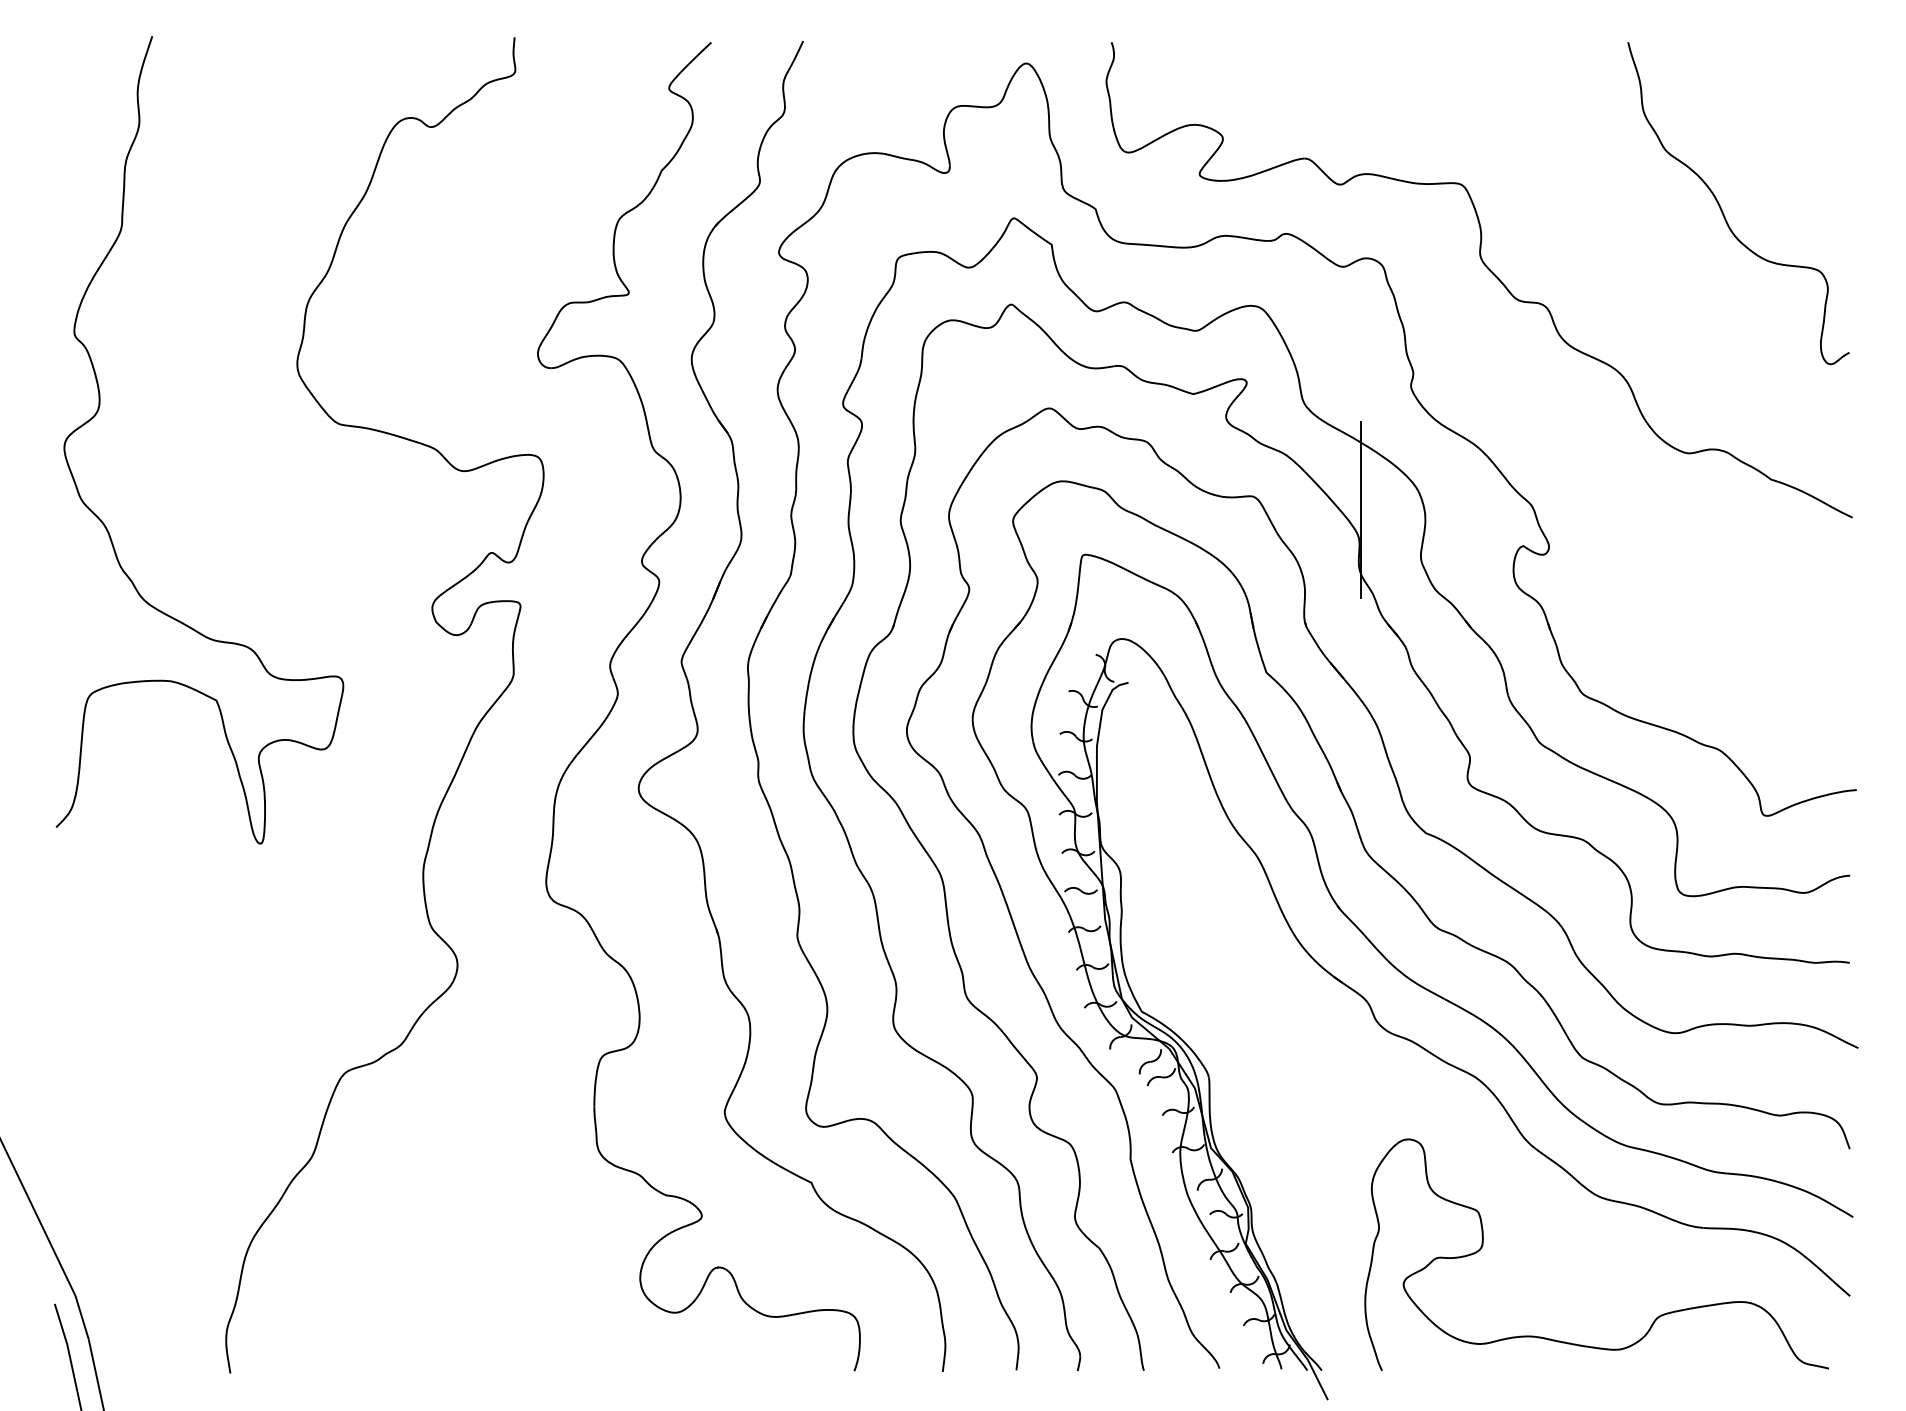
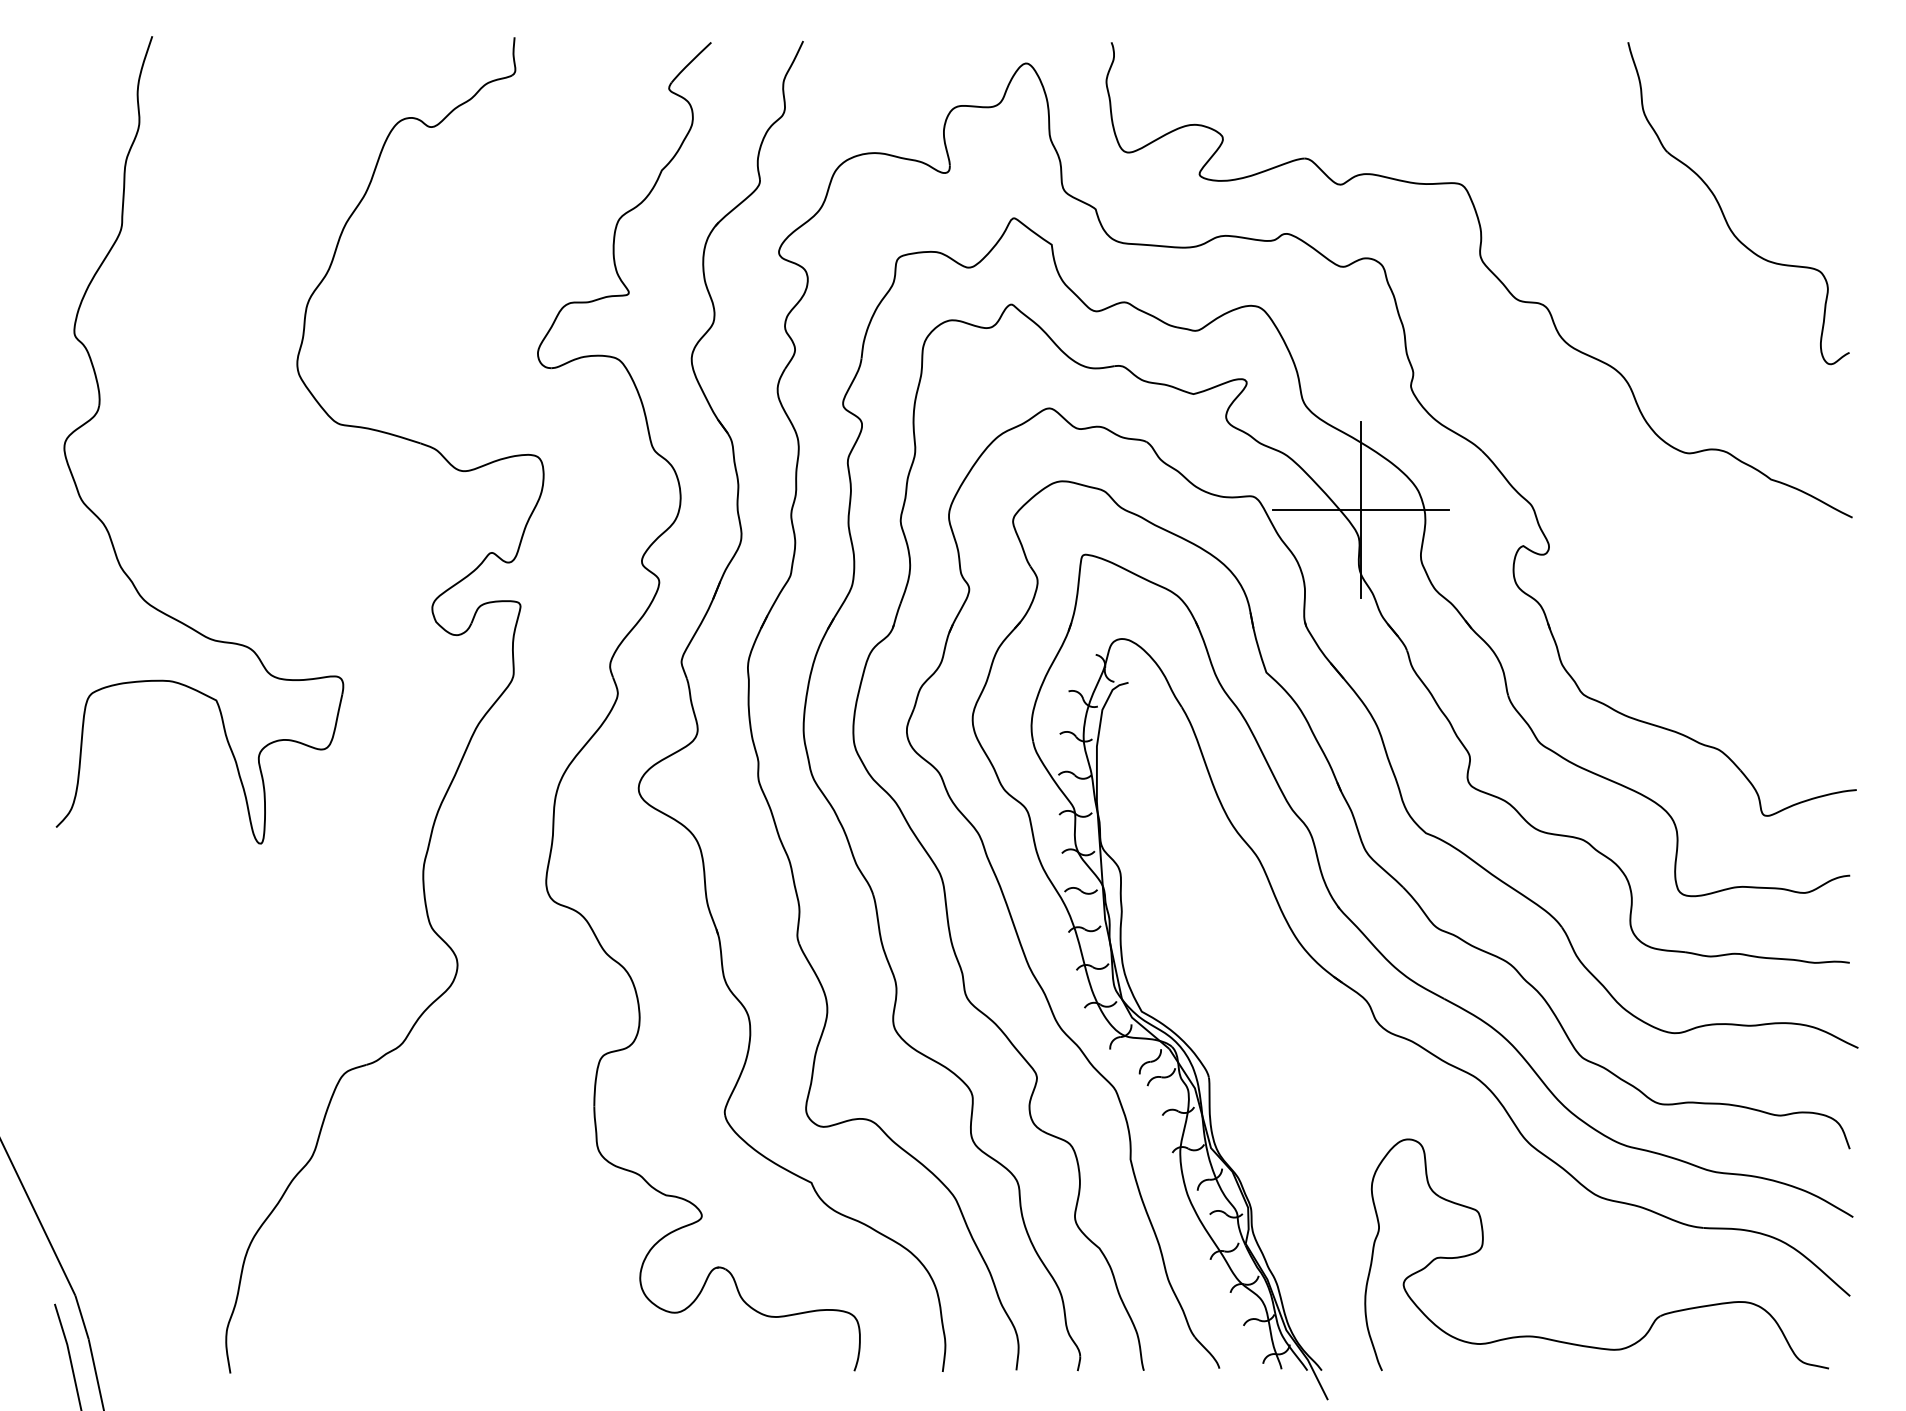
line at (1360, 510): none -> present
